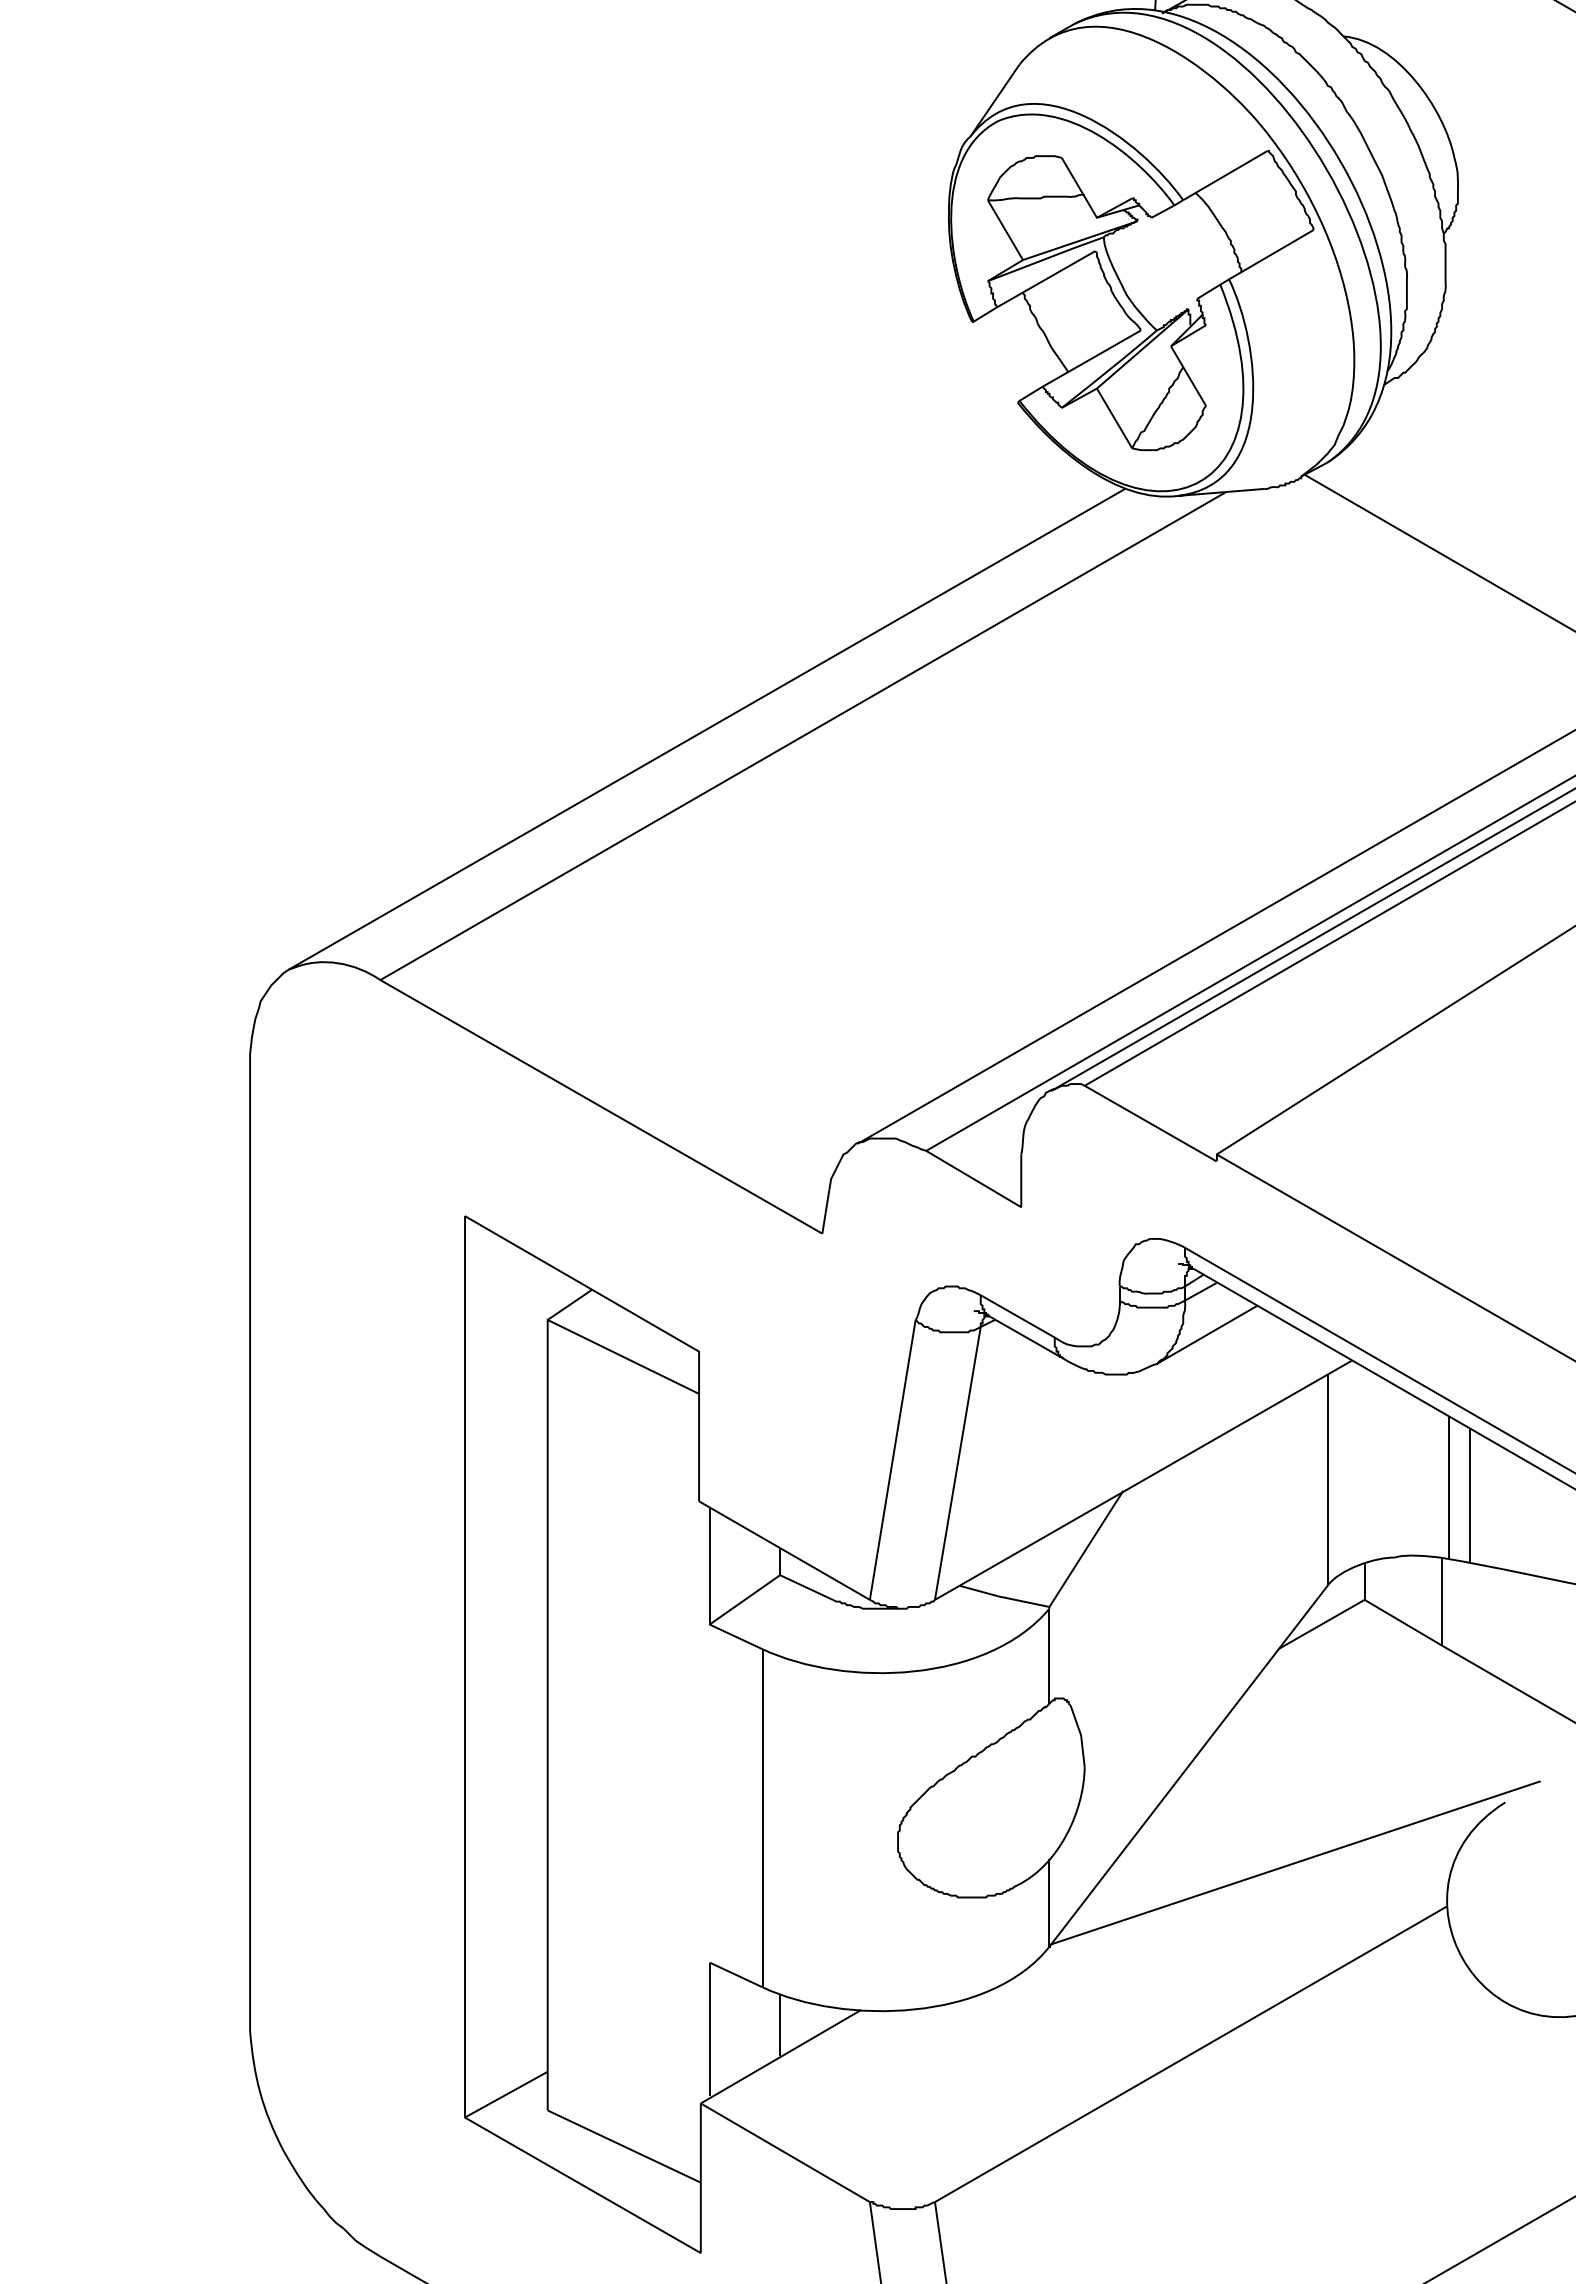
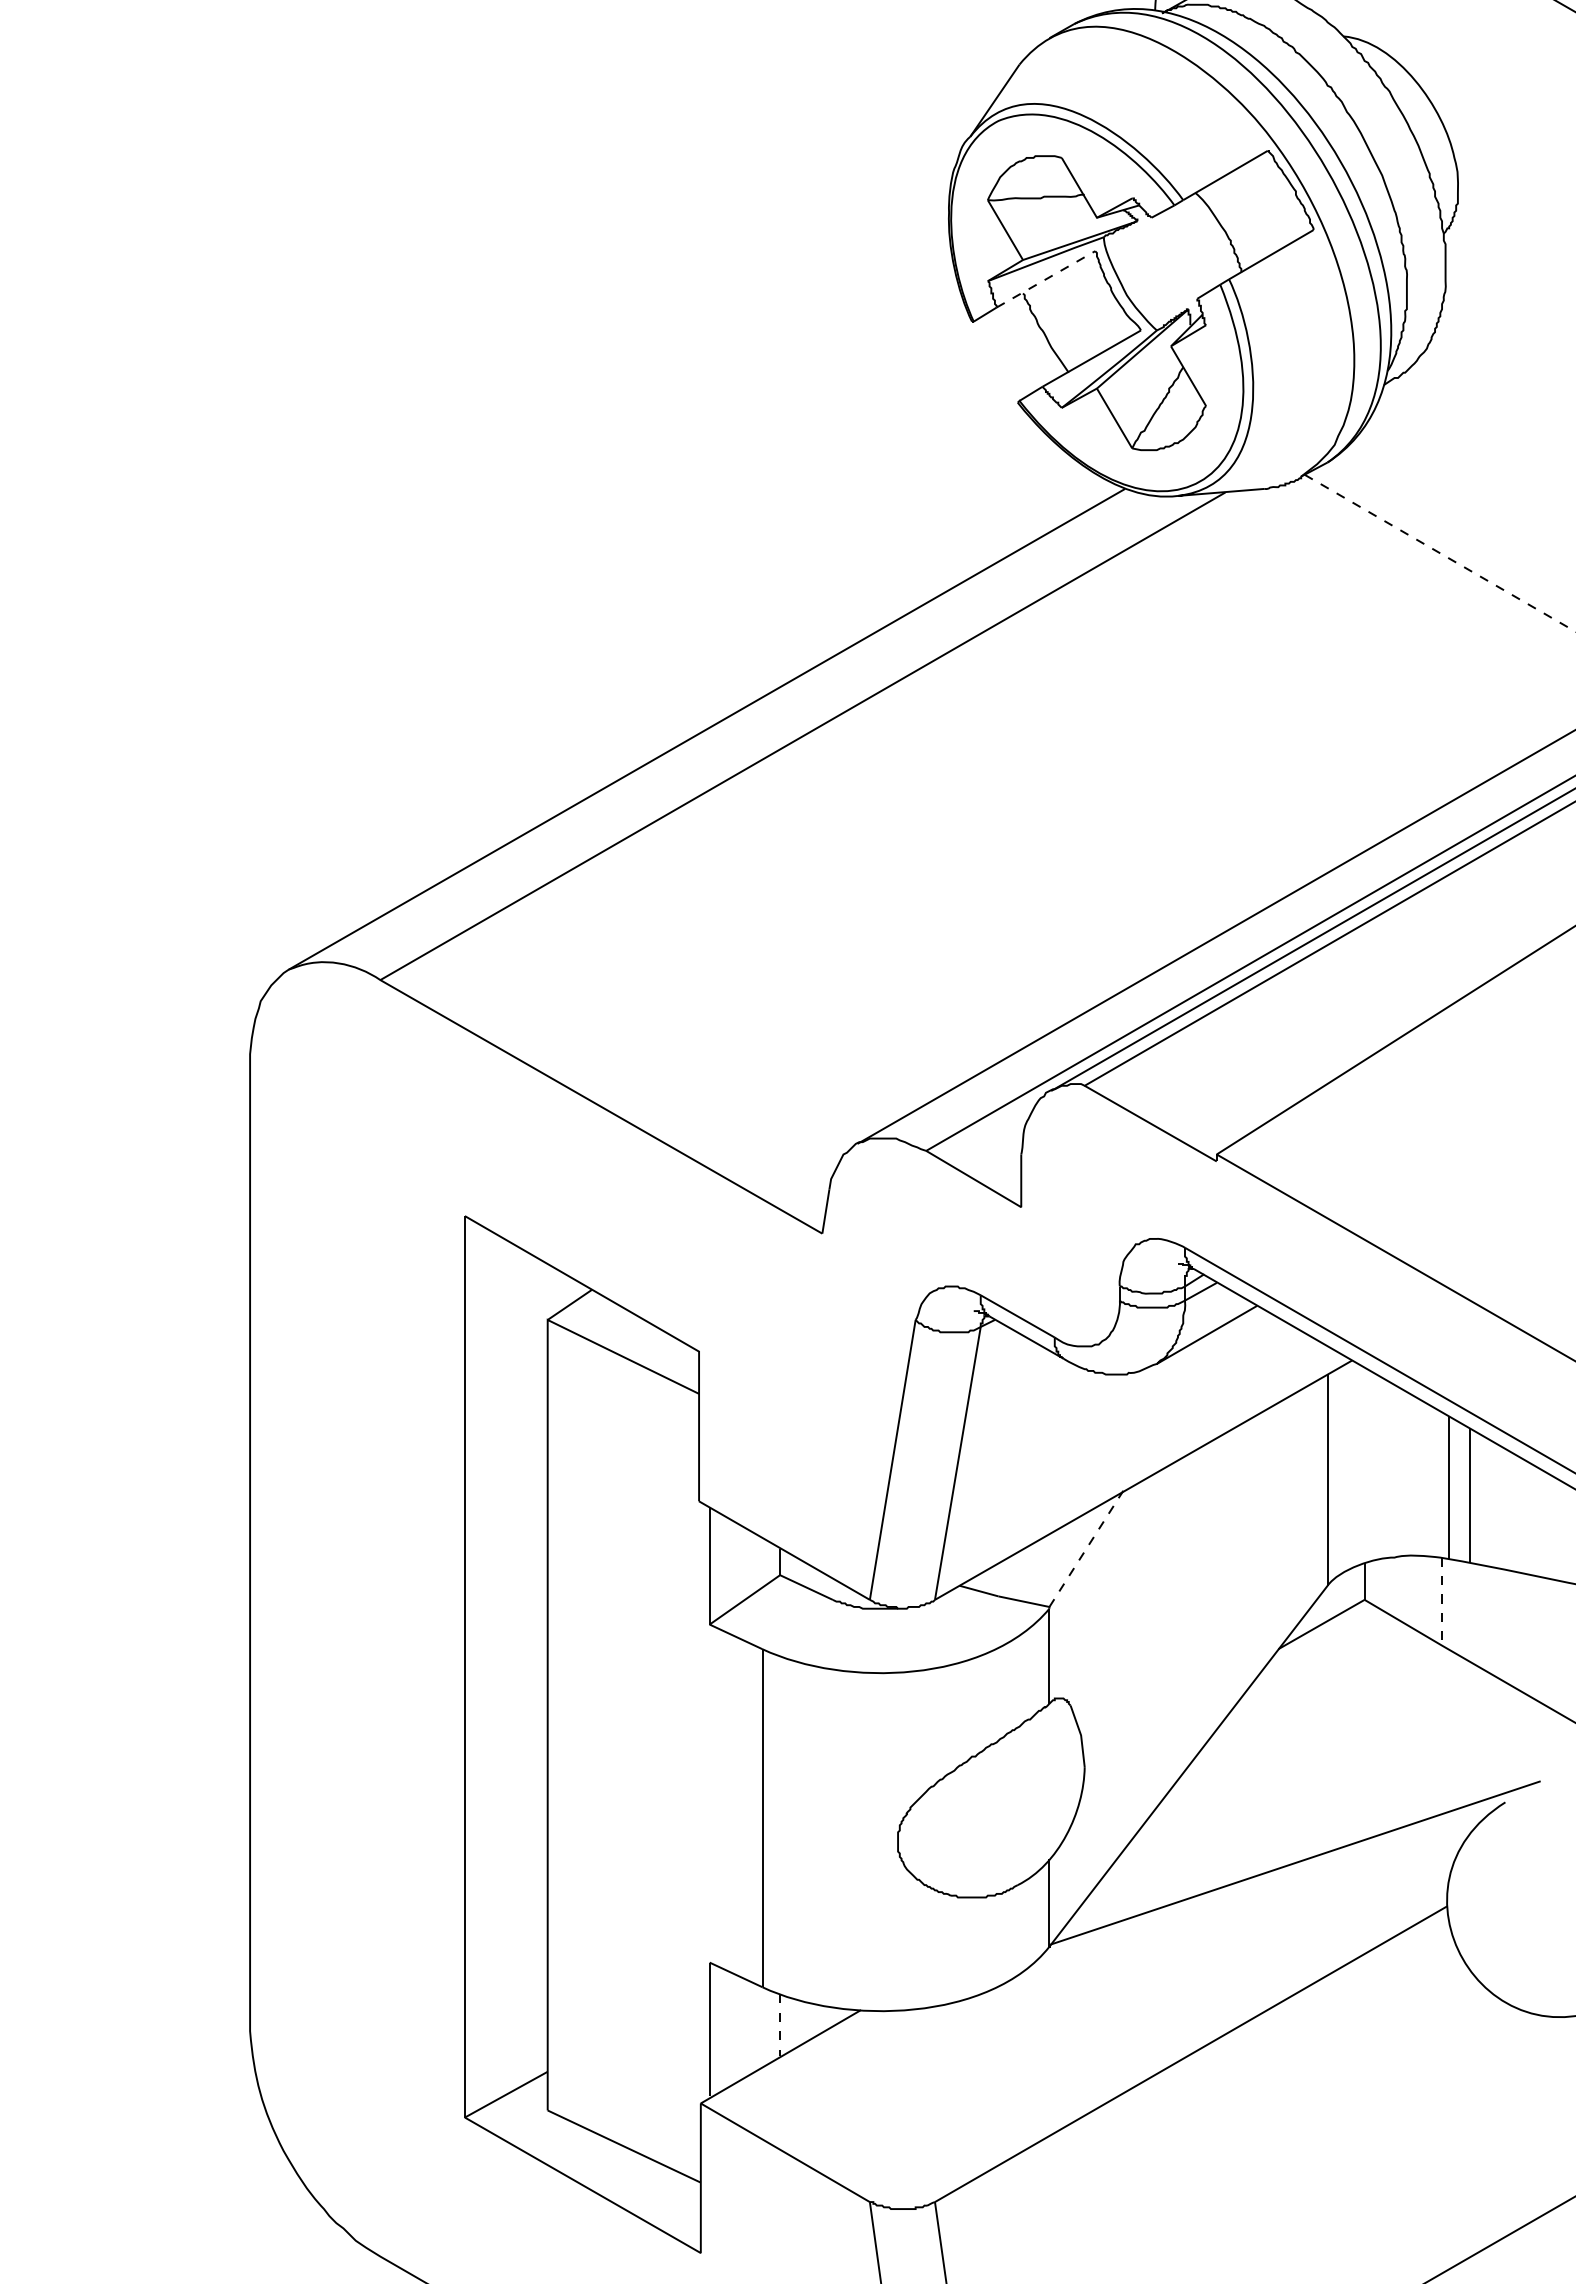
line at (1045, 279): solid -> dashed
line at (1440, 553): solid -> dashed
line at (1086, 1548): solid -> dashed
line at (1442, 1602): solid -> dashed
line at (780, 2025): solid -> dashed
